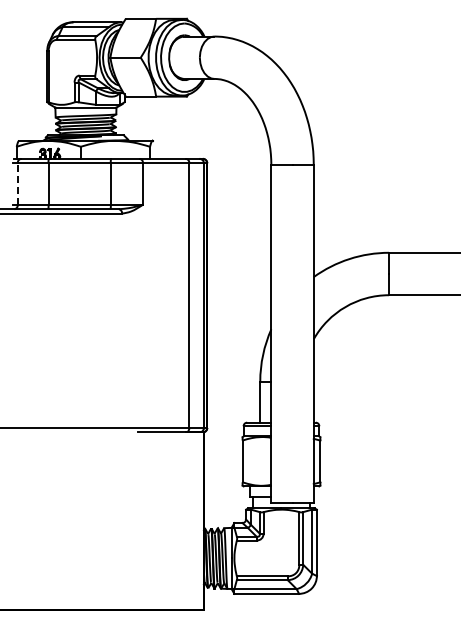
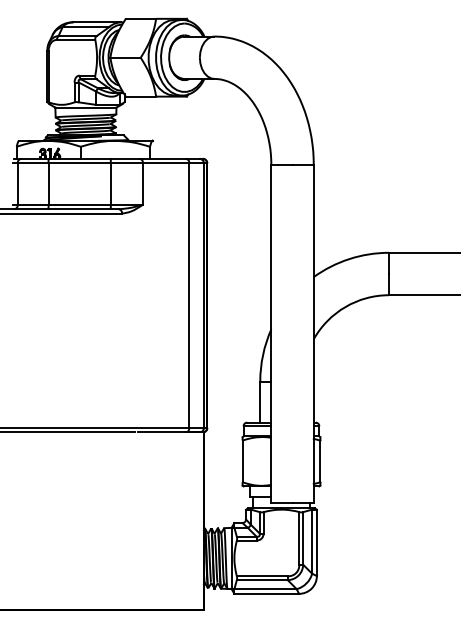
line at (17, 184): dashed -> solid
line at (68, 432): none -> present
